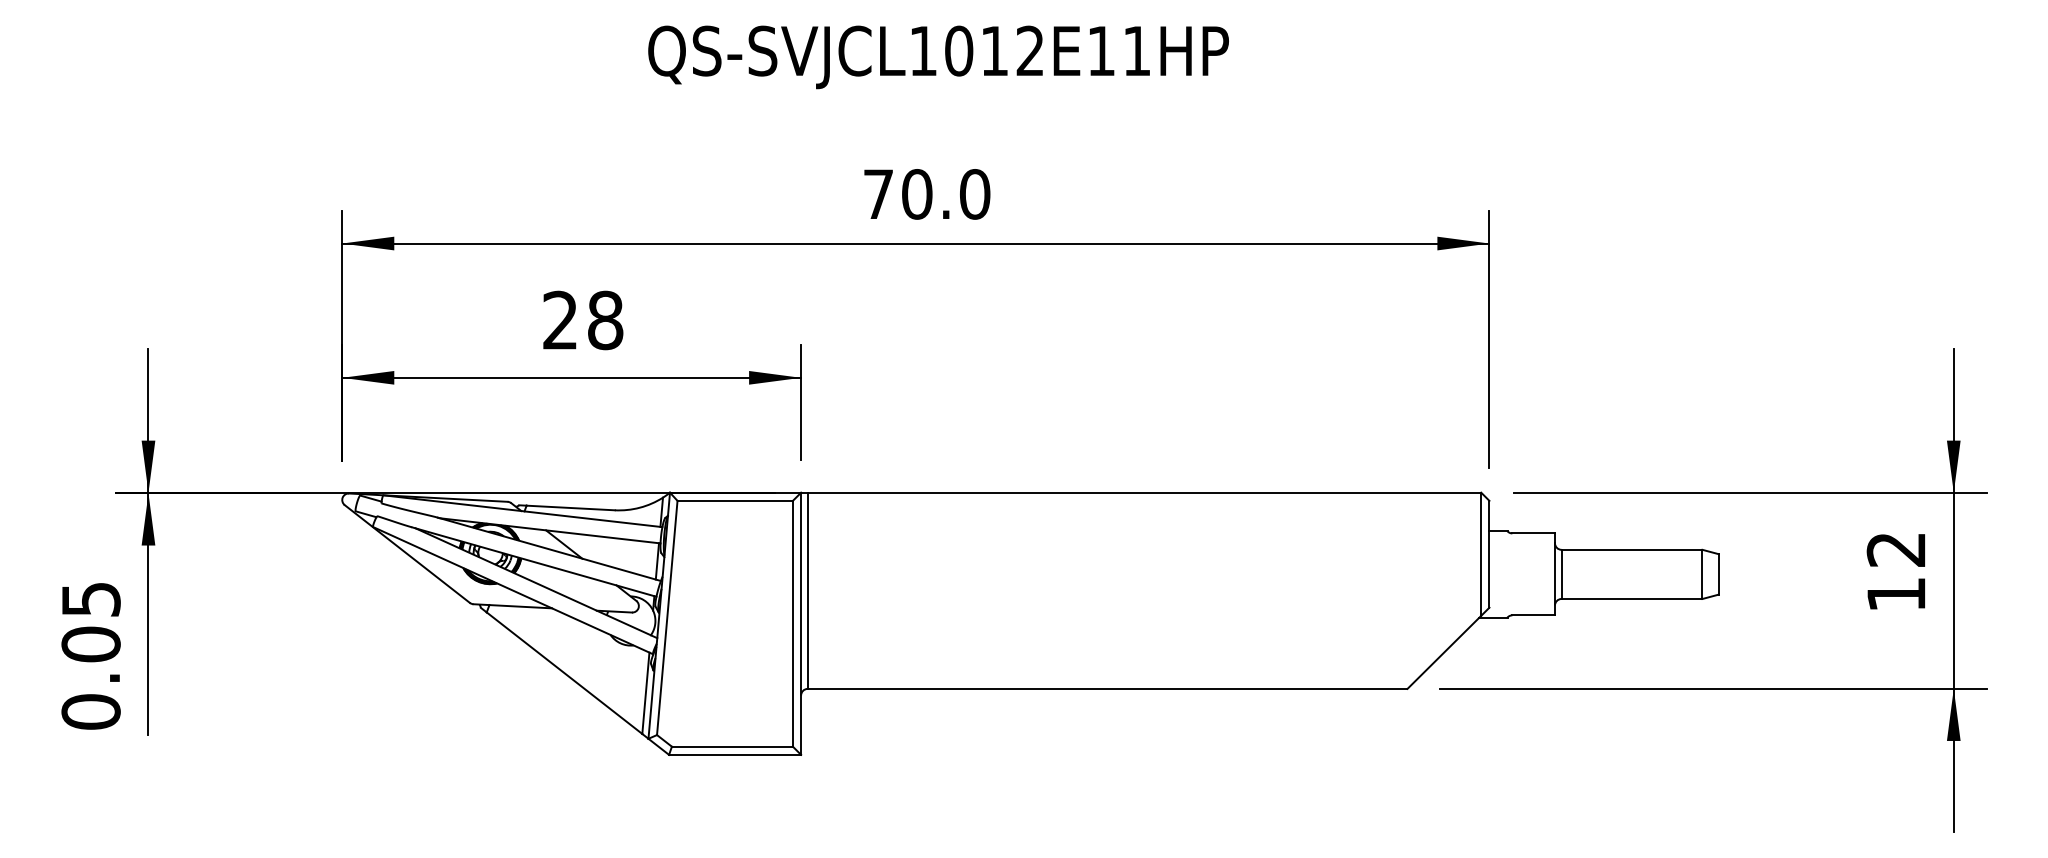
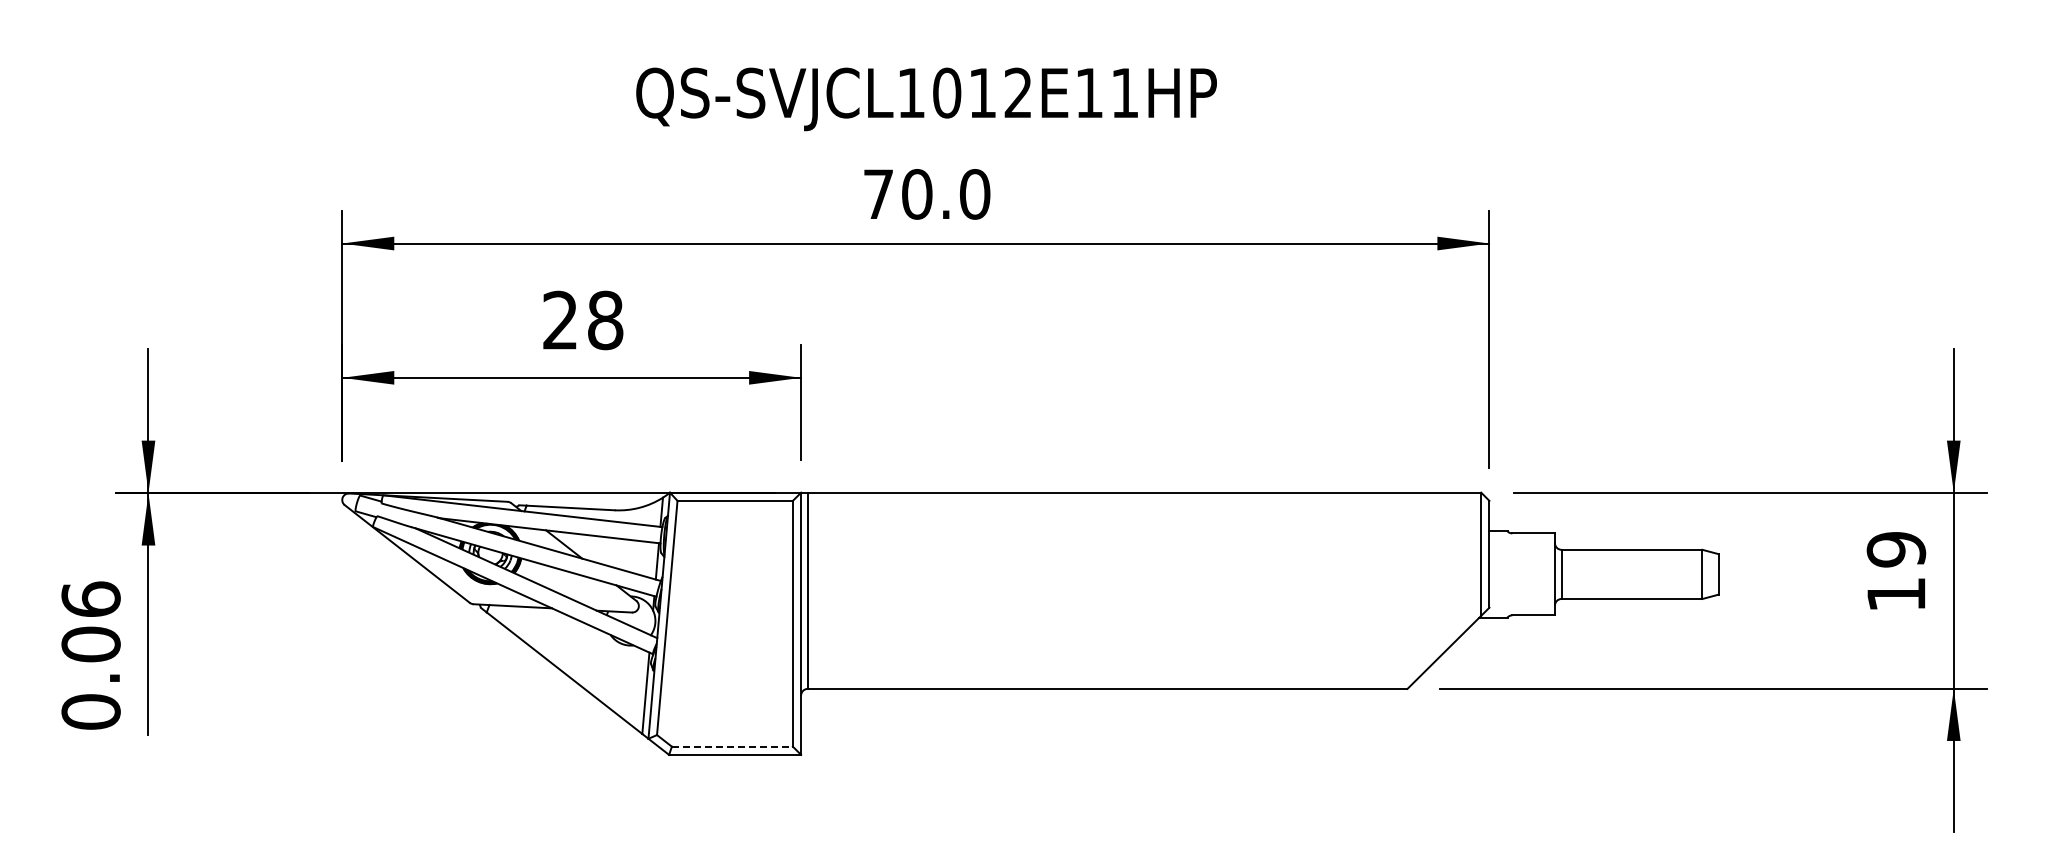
text at (938, 57) position: (938, 57) -> (926, 99)
text at (1896, 549): 12 -> 19
text at (90, 598): 0.05 -> 0.06
line at (732, 746): solid -> dashed
